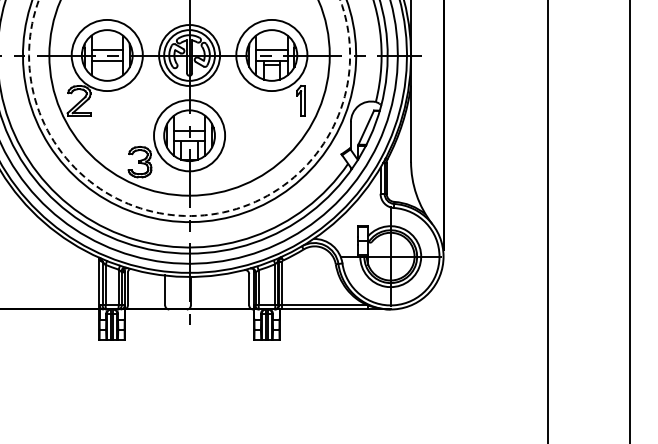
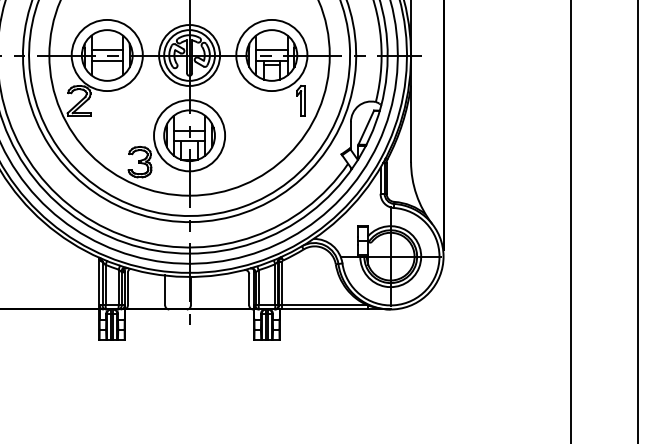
arc at (192, 215): dashed -> solid
line at (547, 221) position: (547, 221) -> (570, 221)
line at (630, 221) position: (630, 221) -> (638, 221)
